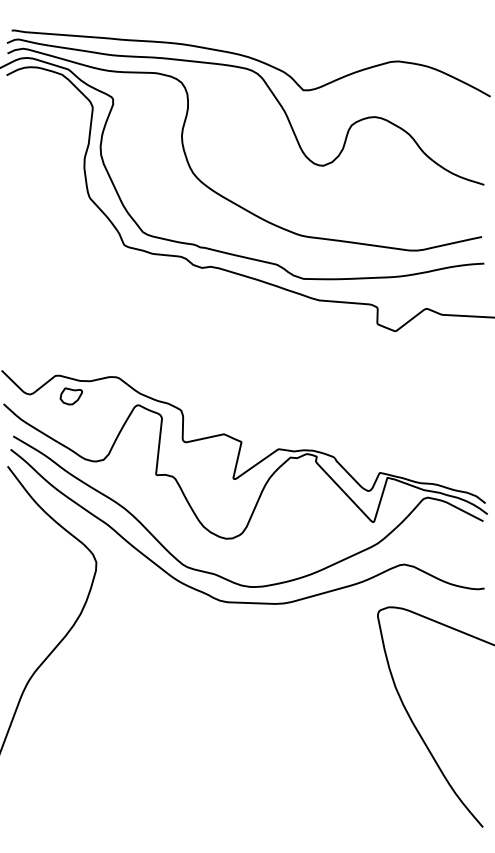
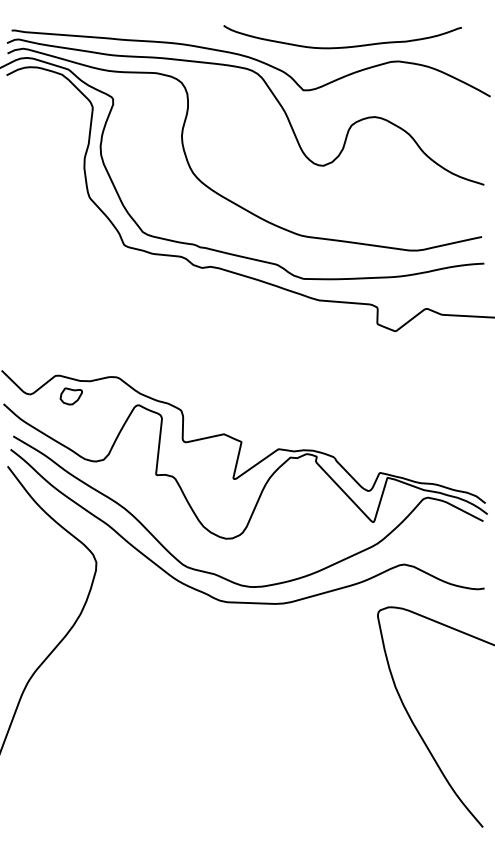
curve at (342, 46): none -> present
